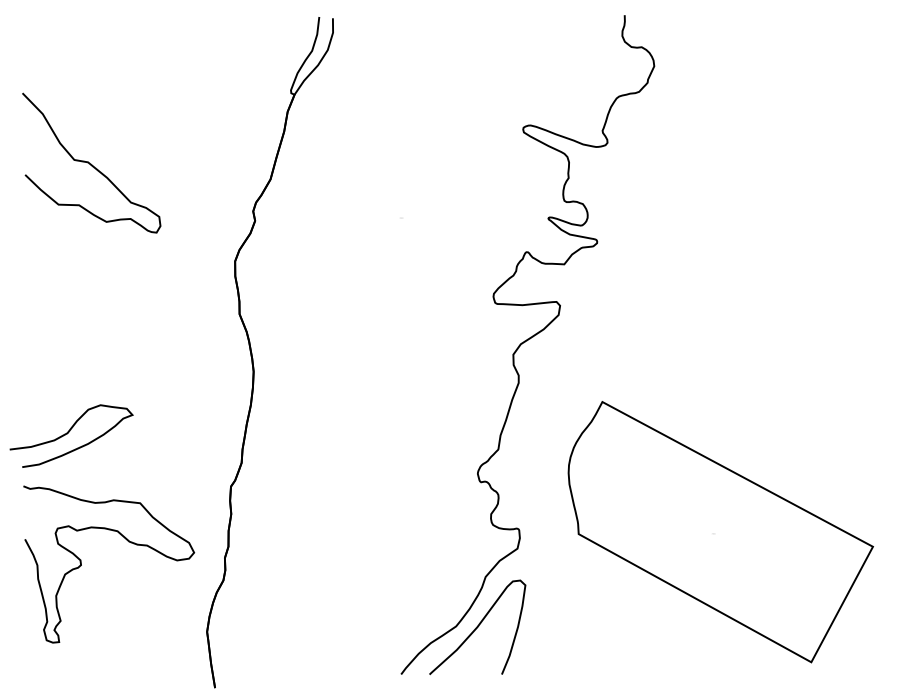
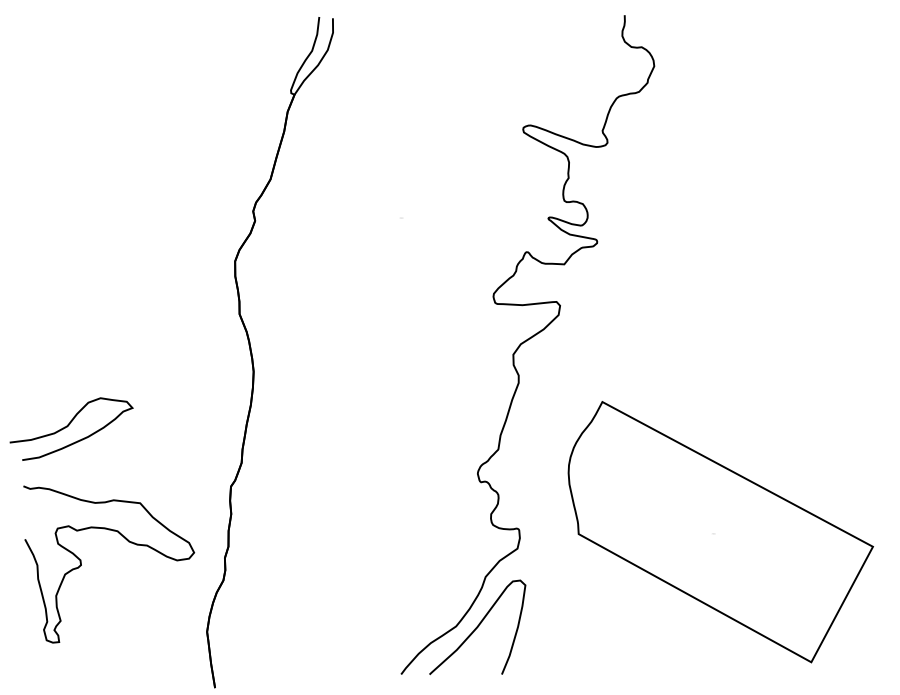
curve at (91, 163): present -> none
curve at (69, 432) position: (69, 432) -> (69, 425)
